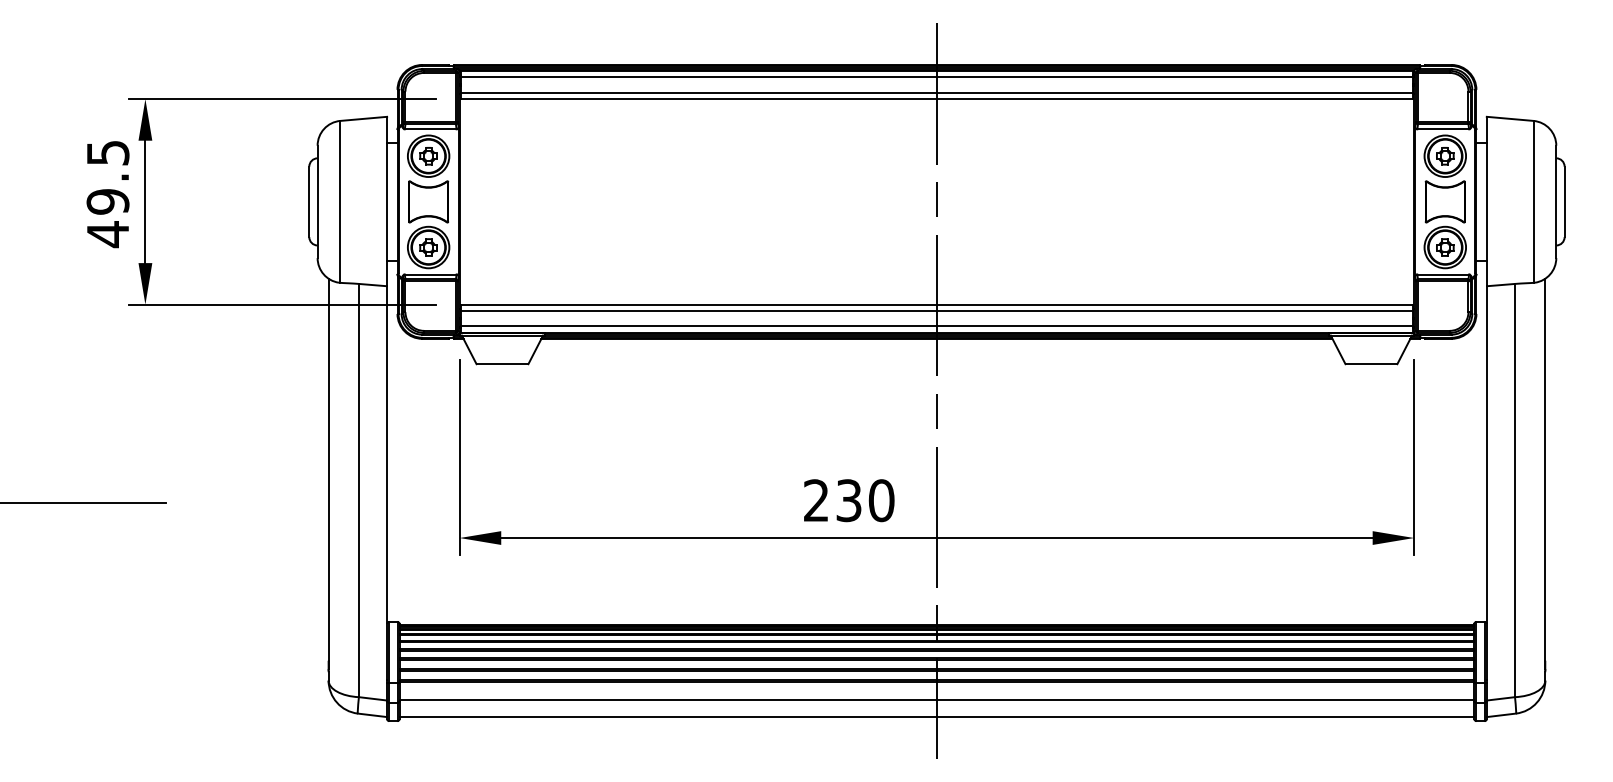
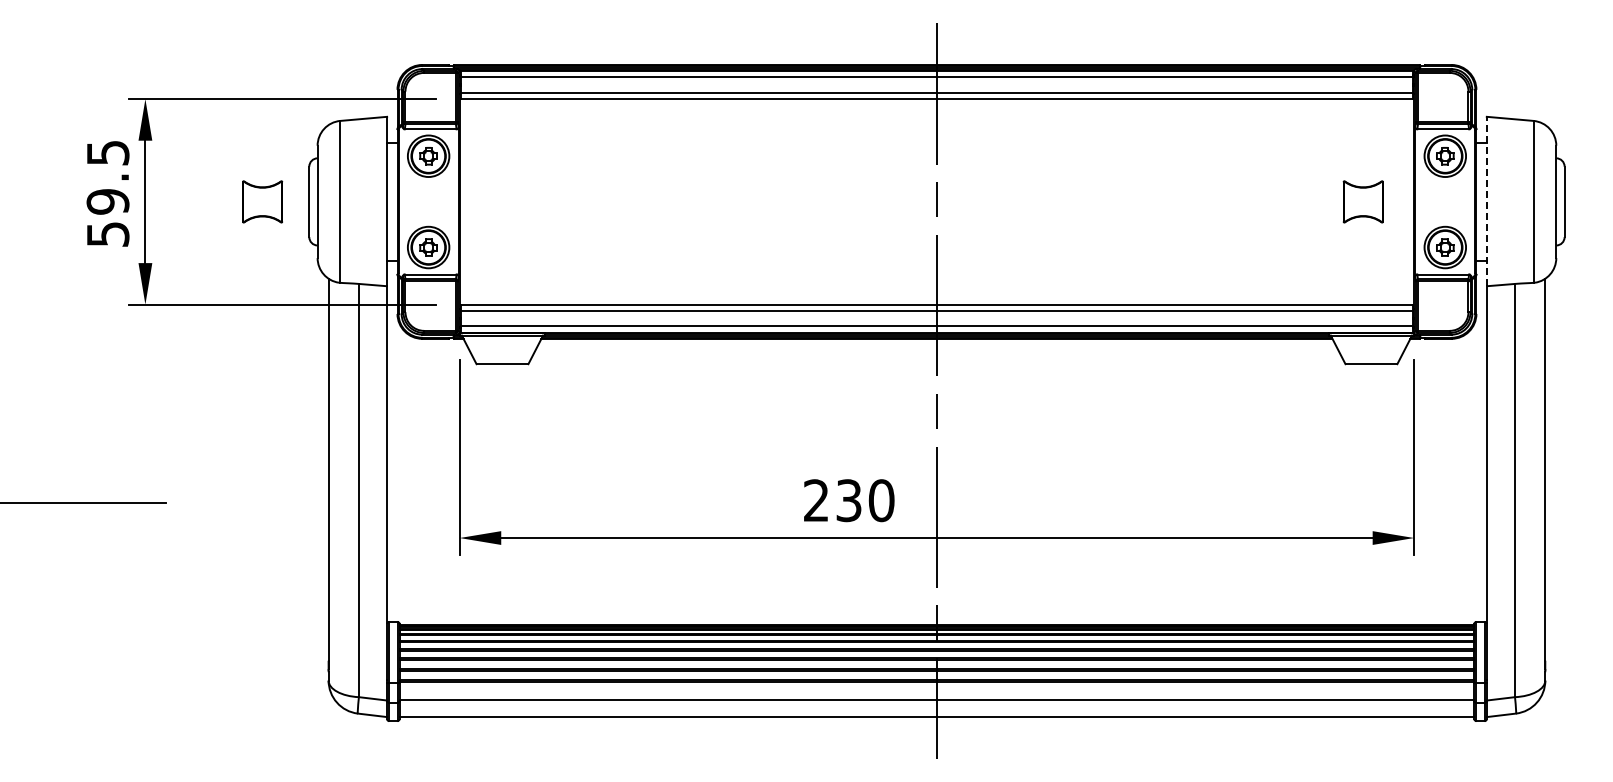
part at (428, 201) position: (428, 201) -> (262, 201)
part at (1444, 201) position: (1444, 201) -> (1362, 201)
line at (1486, 201): solid -> dashed
text at (108, 234): 49.5 -> 59.5
